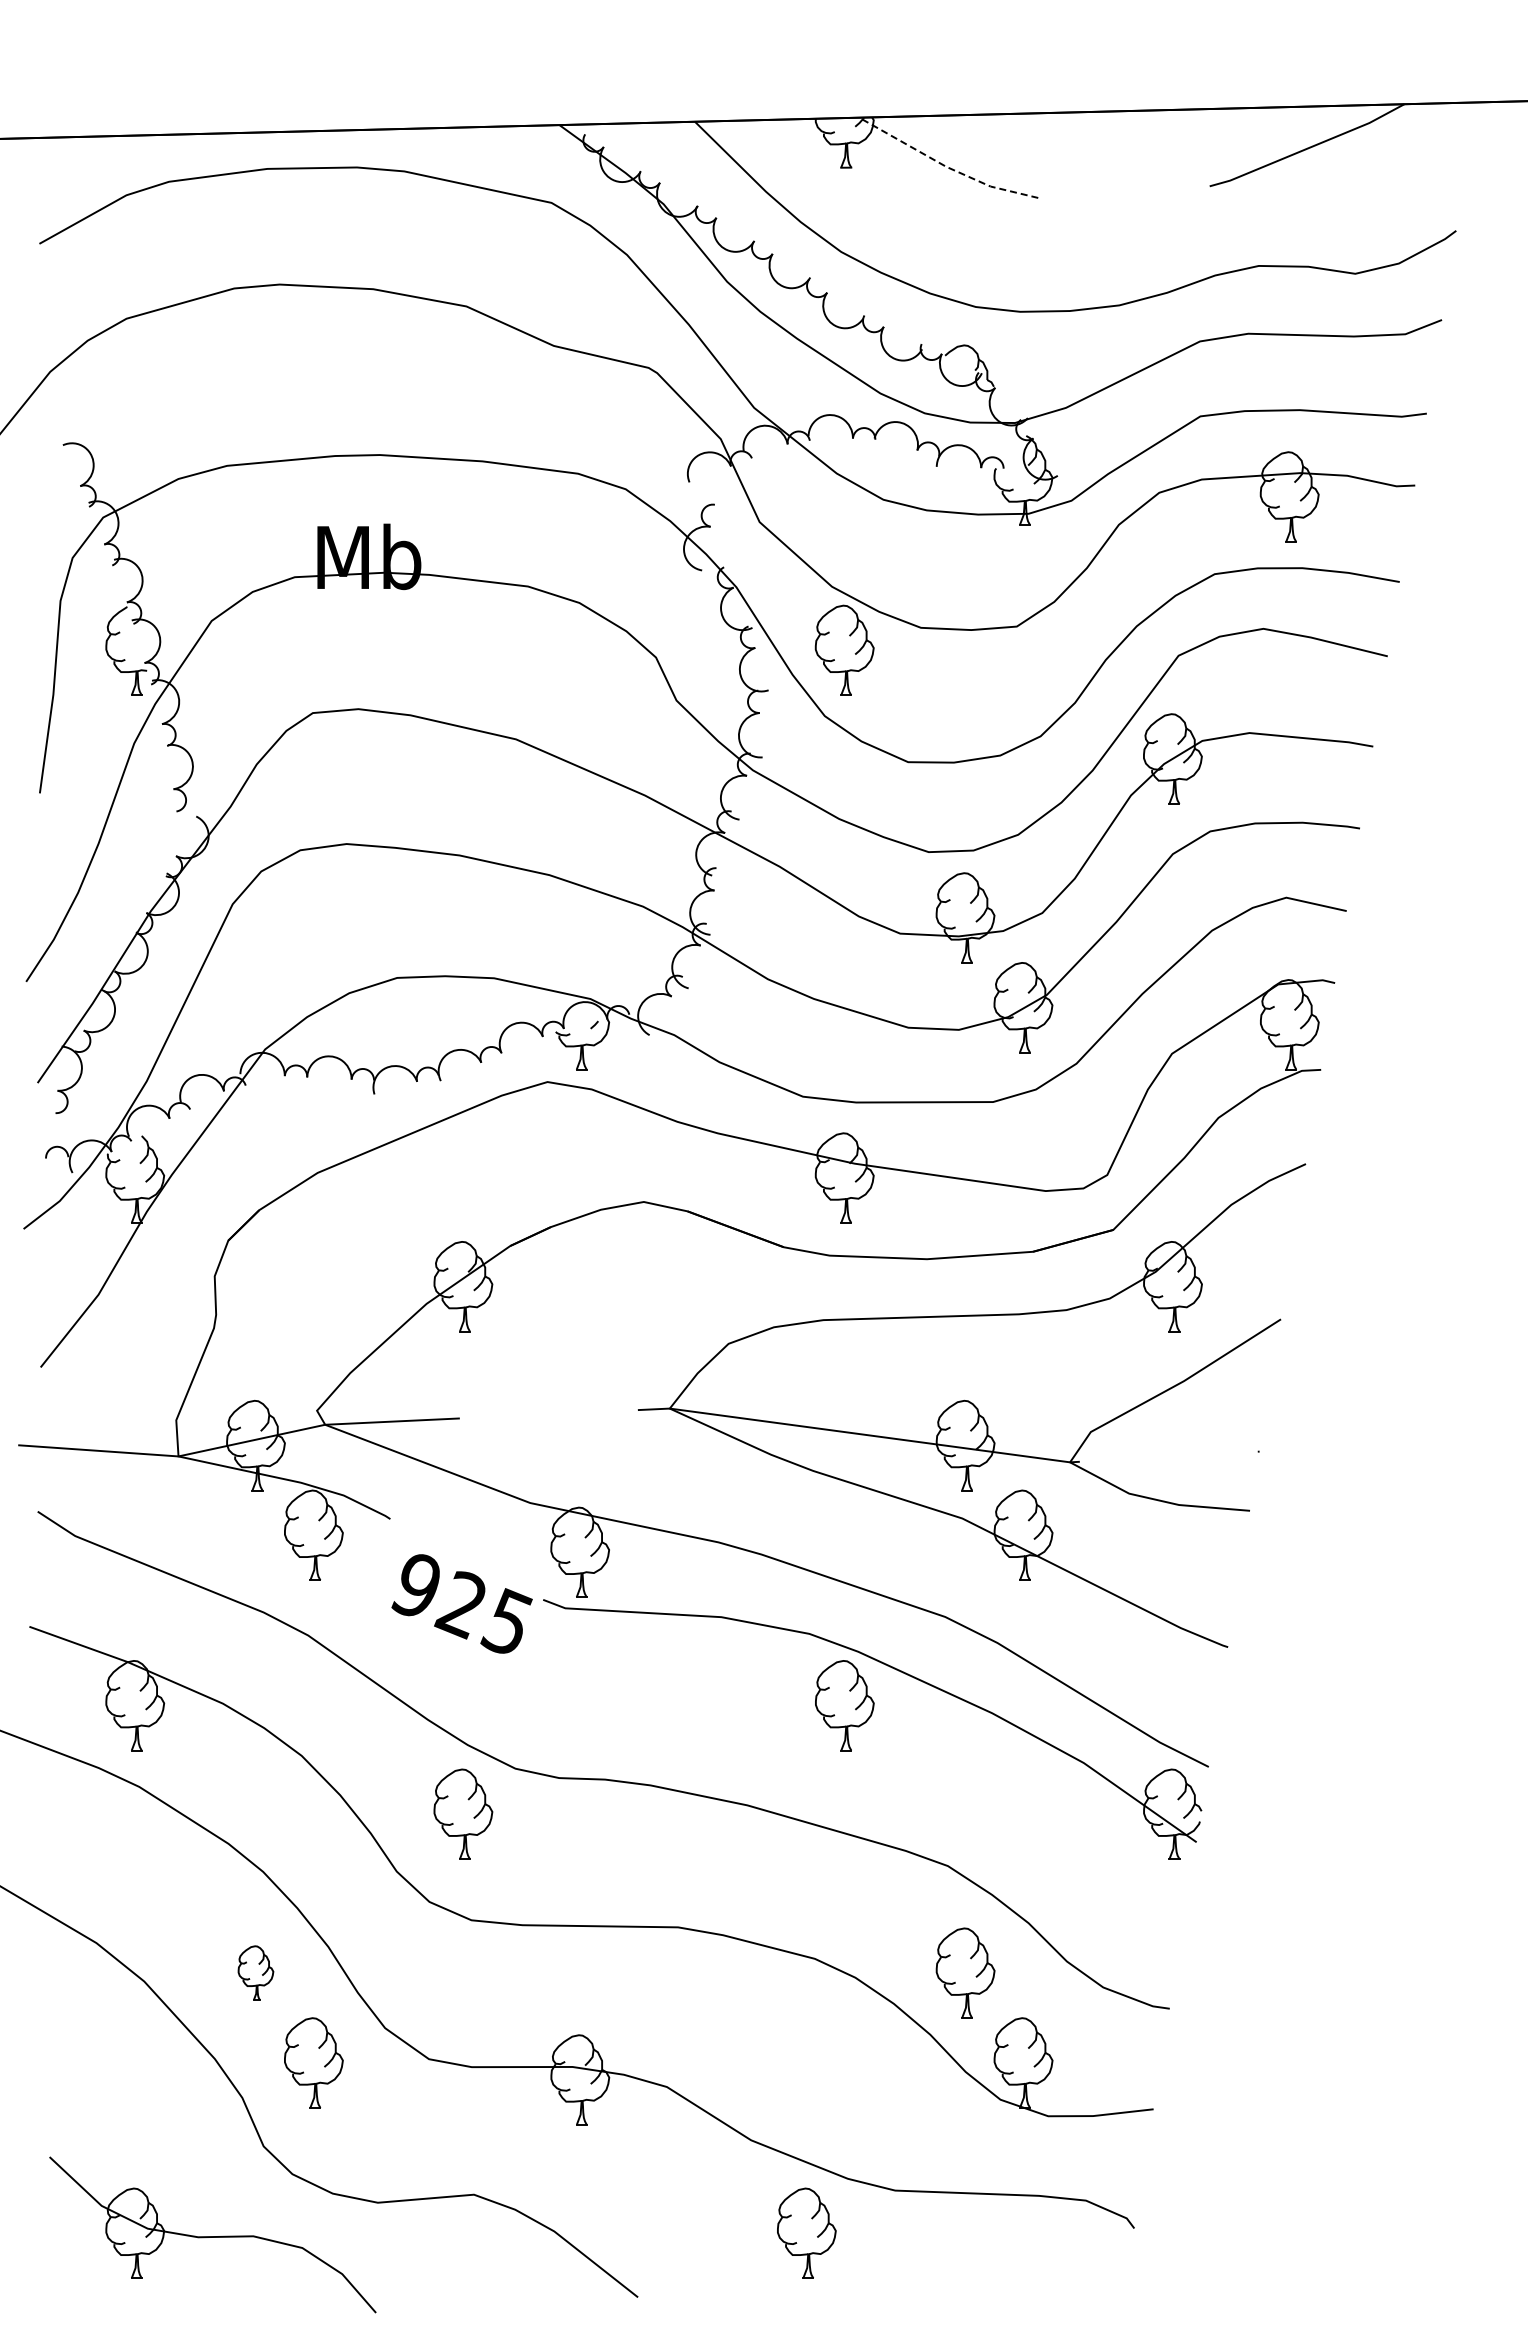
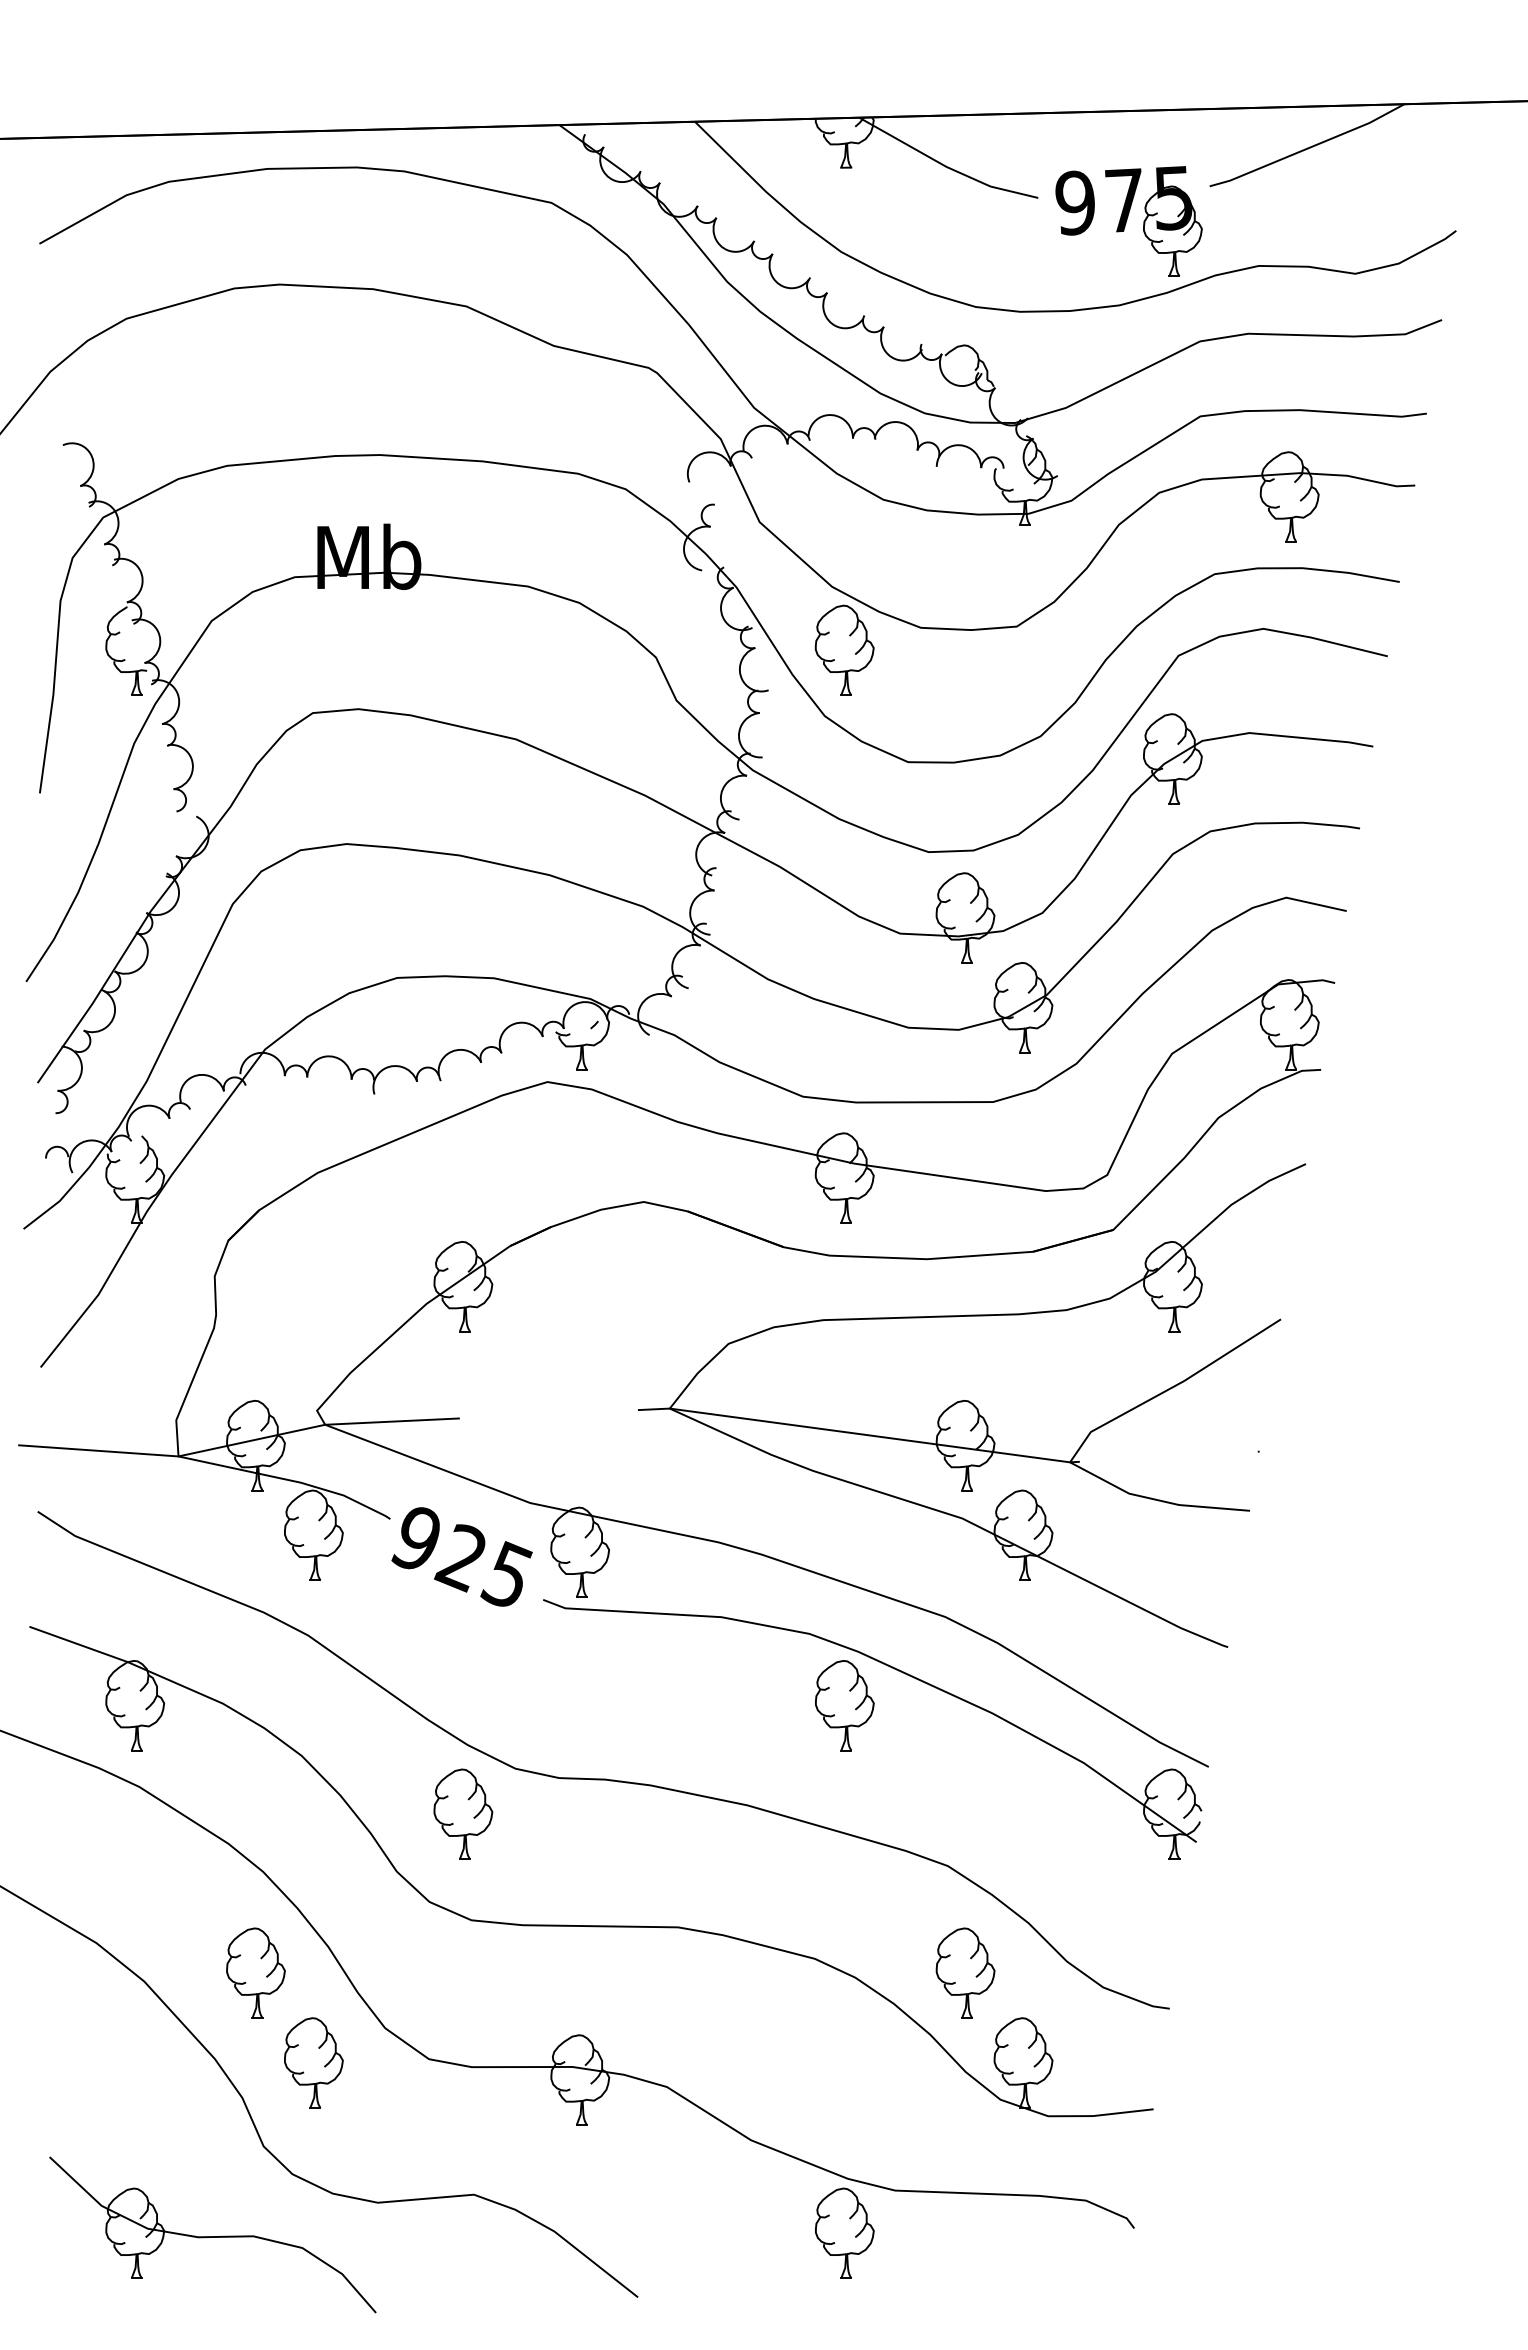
line at (946, 166): dashed -> solid
part at (1128, 221): none -> present
text at (461, 1603) position: (461, 1603) -> (461, 1556)
part at (255, 1972) size: 38x56 px -> 60x92 px
part at (806, 2232) position: (806, 2232) -> (844, 2232)
